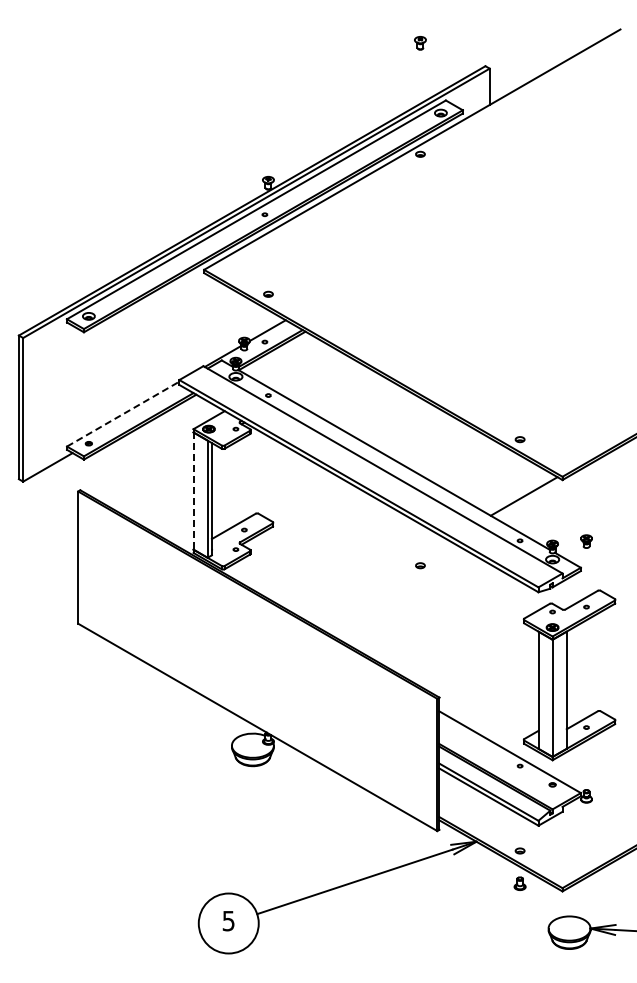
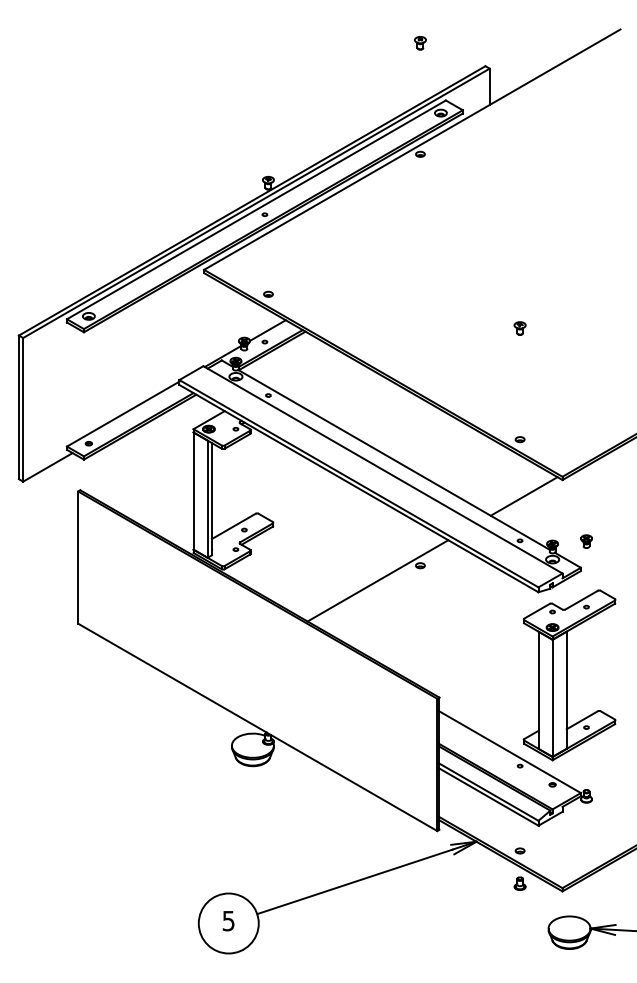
part at (519, 328): none -> present
line at (123, 414): dashed -> solid
line at (193, 491): dashed -> solid
line at (377, 580): none -> present
